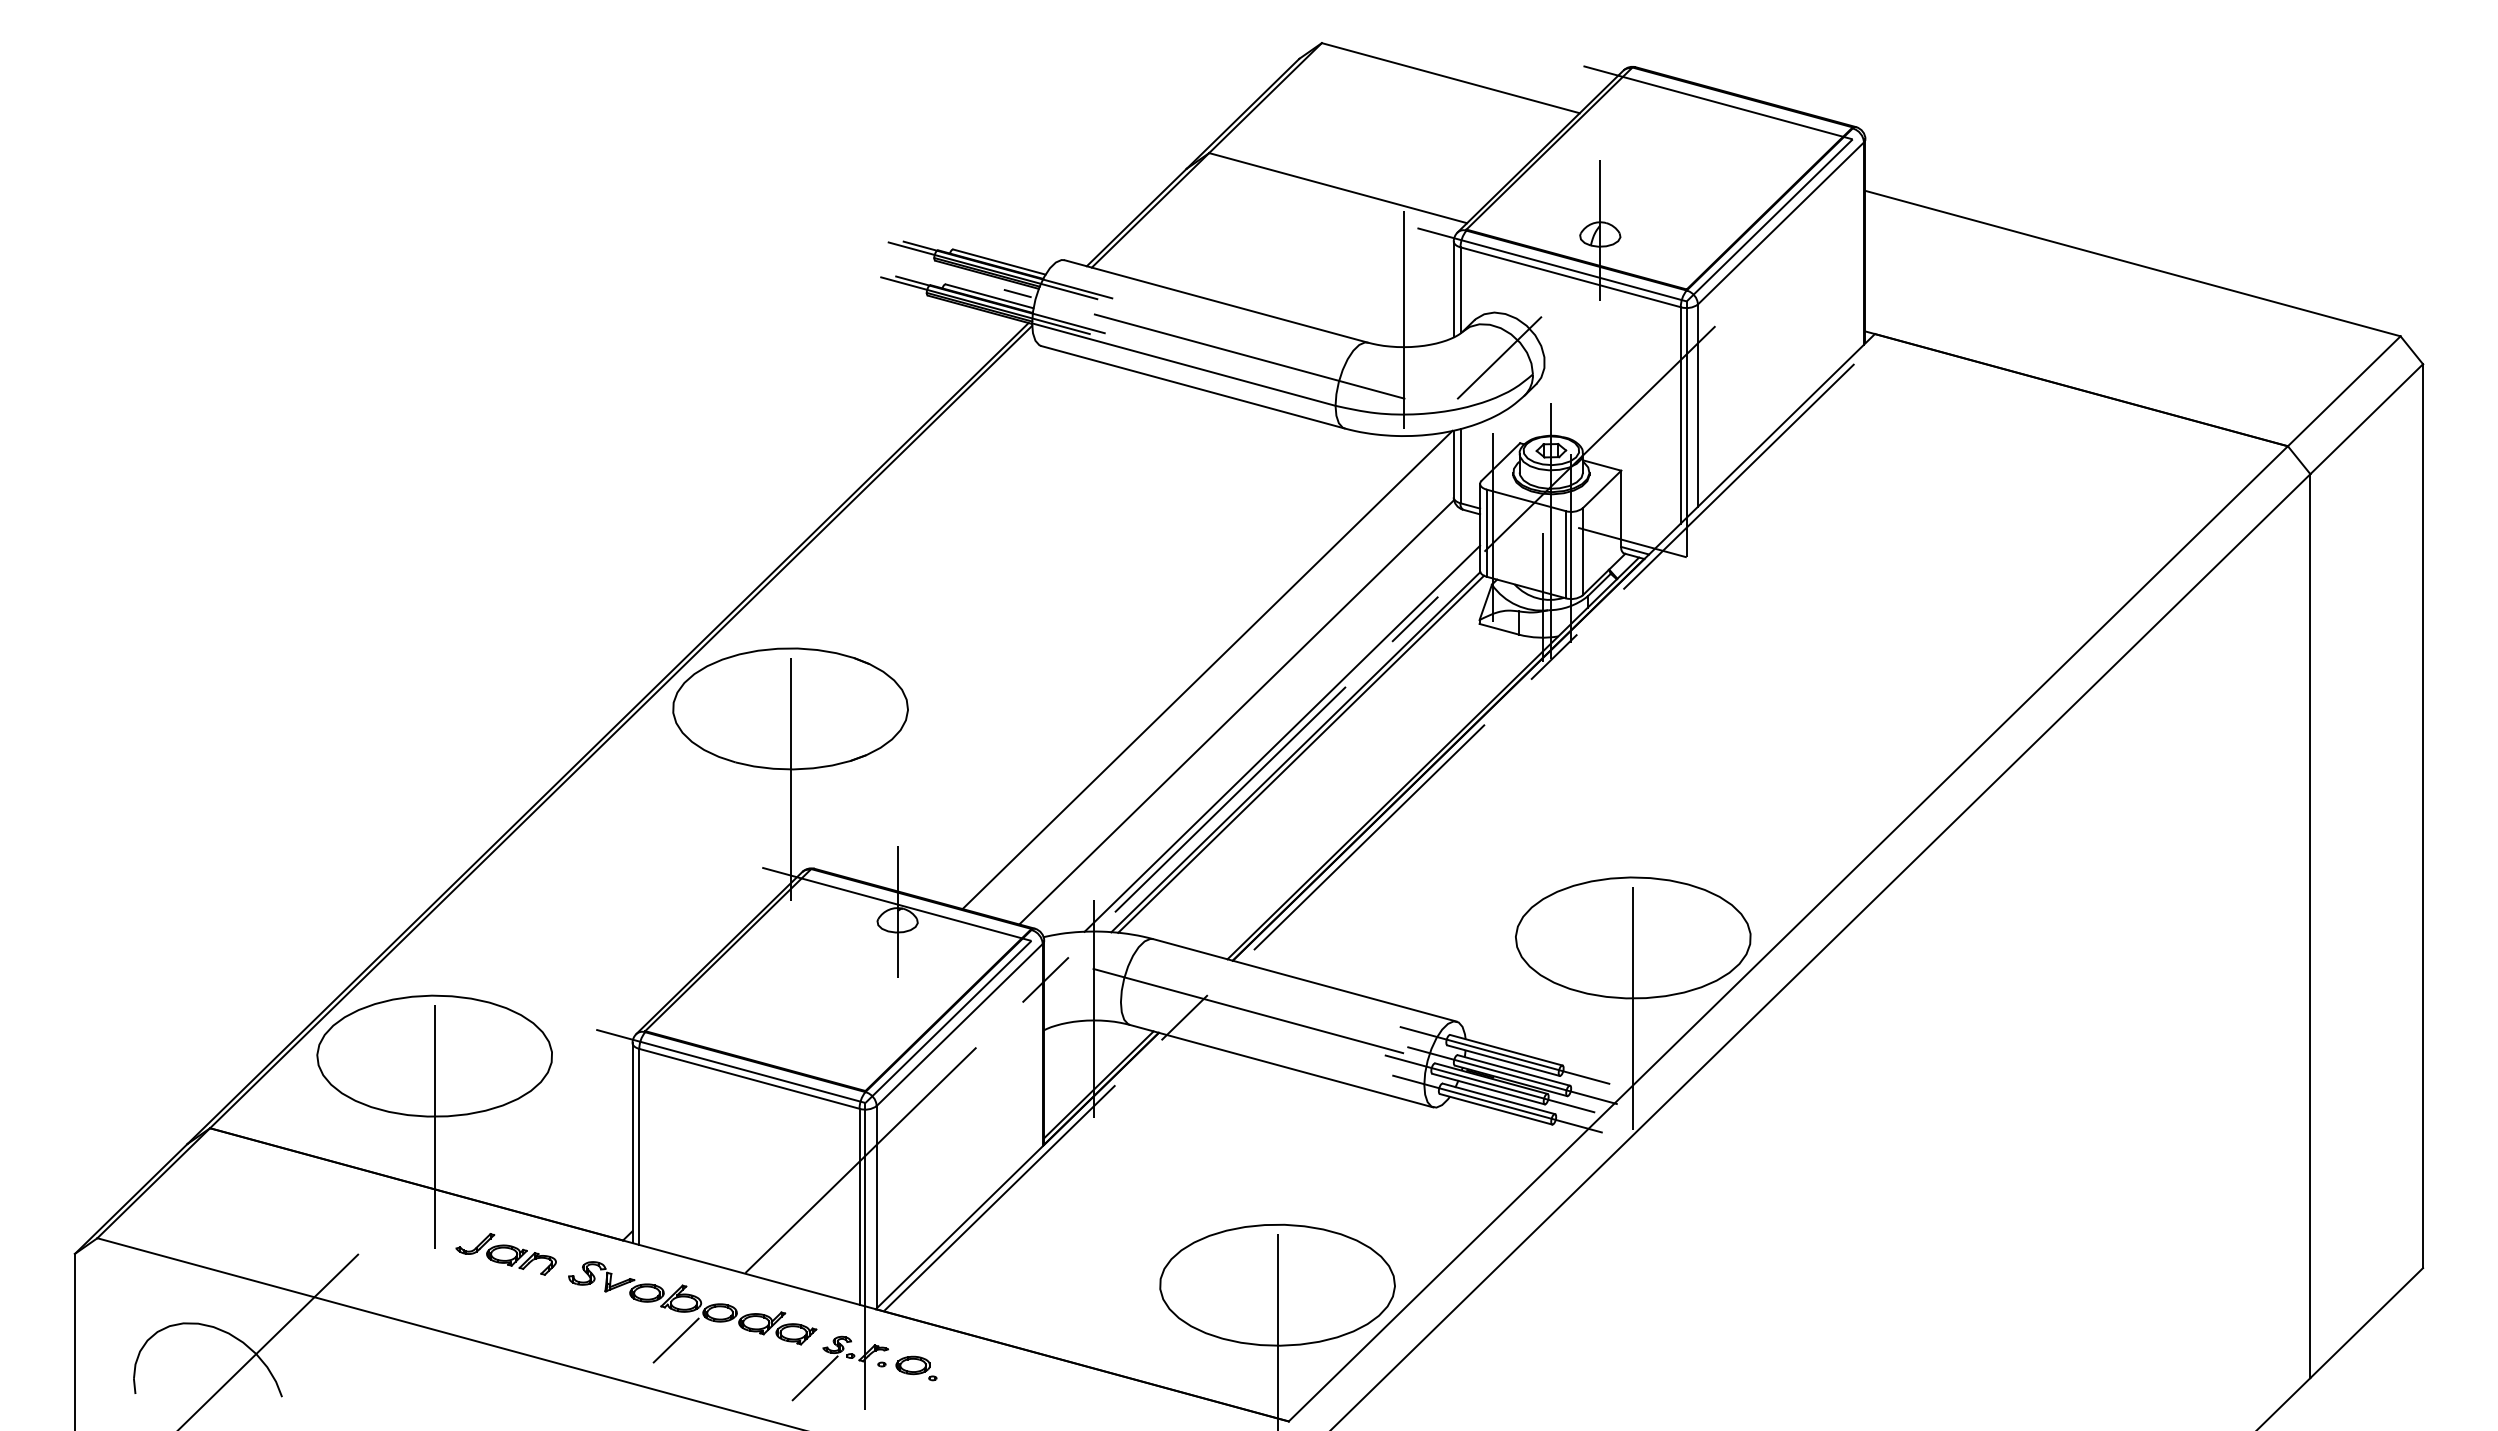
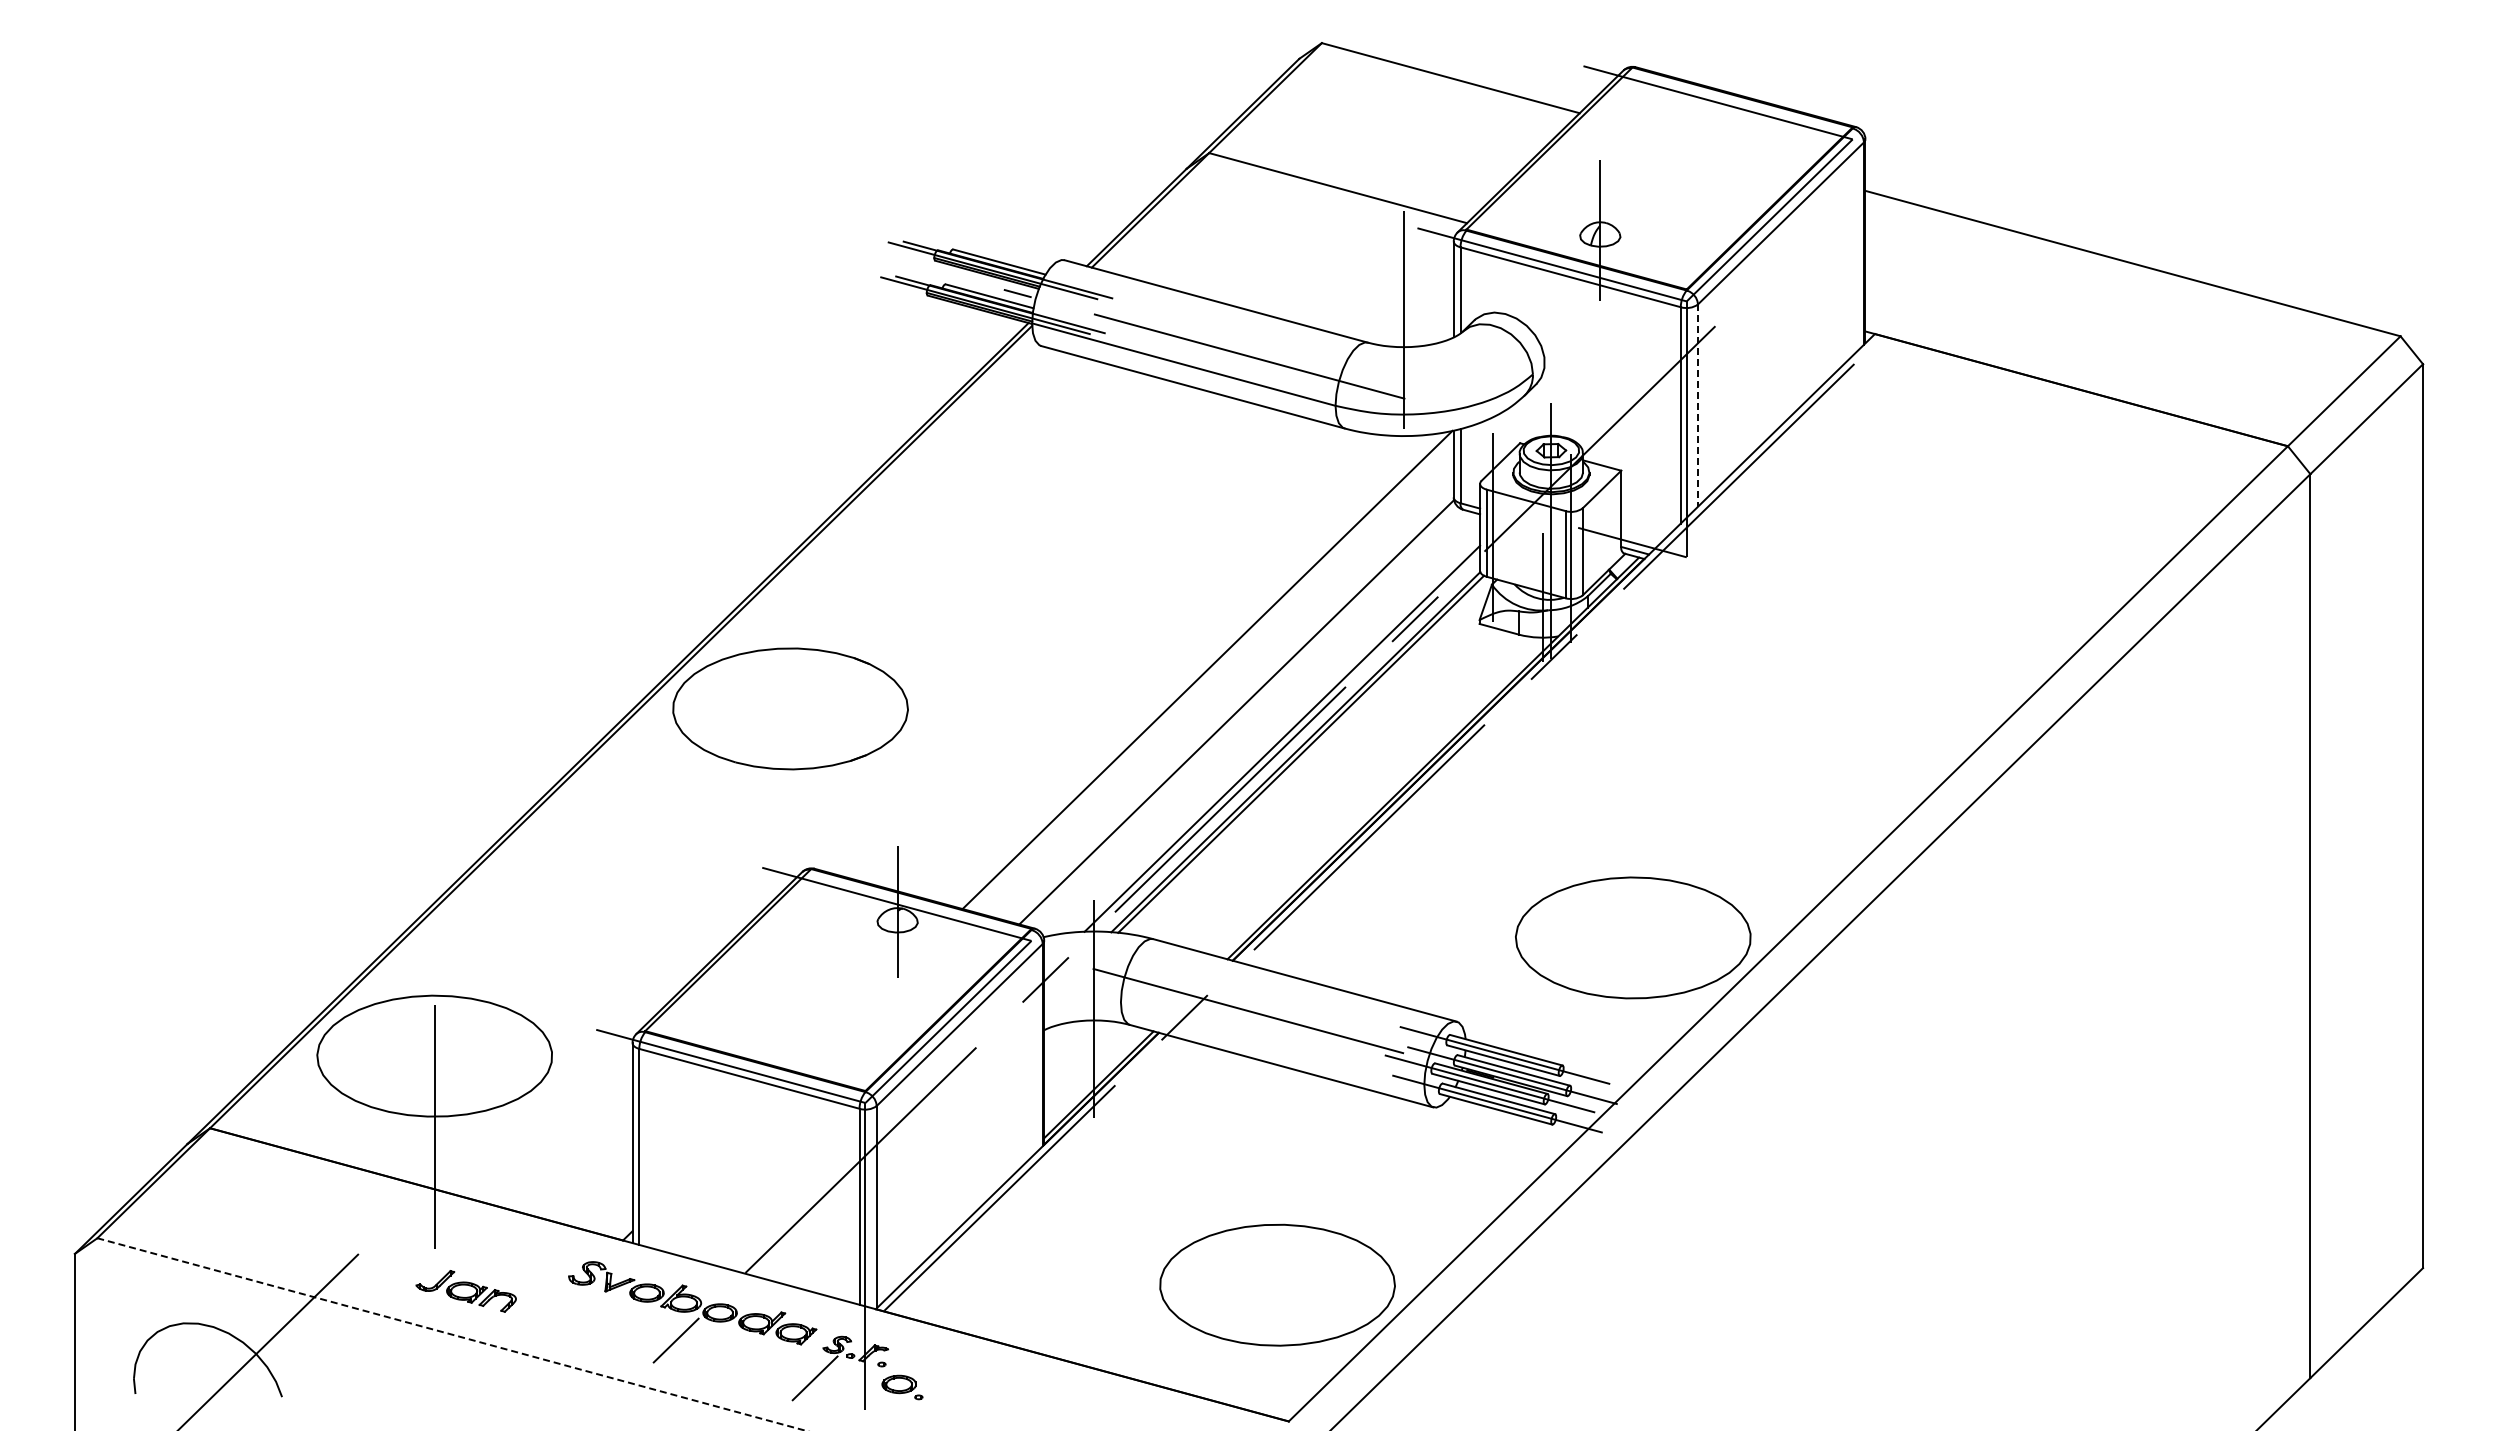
line at (1499, 357): present -> none
line at (1697, 406): solid -> dashed
line at (790, 779): present -> none
line at (1633, 1008): present -> none
part at (505, 1254) position: (505, 1254) -> (465, 1291)
line at (1277, 1330): present -> none
line at (451, 1334): solid -> dashed
part at (916, 1368) position: (916, 1368) -> (902, 1387)
